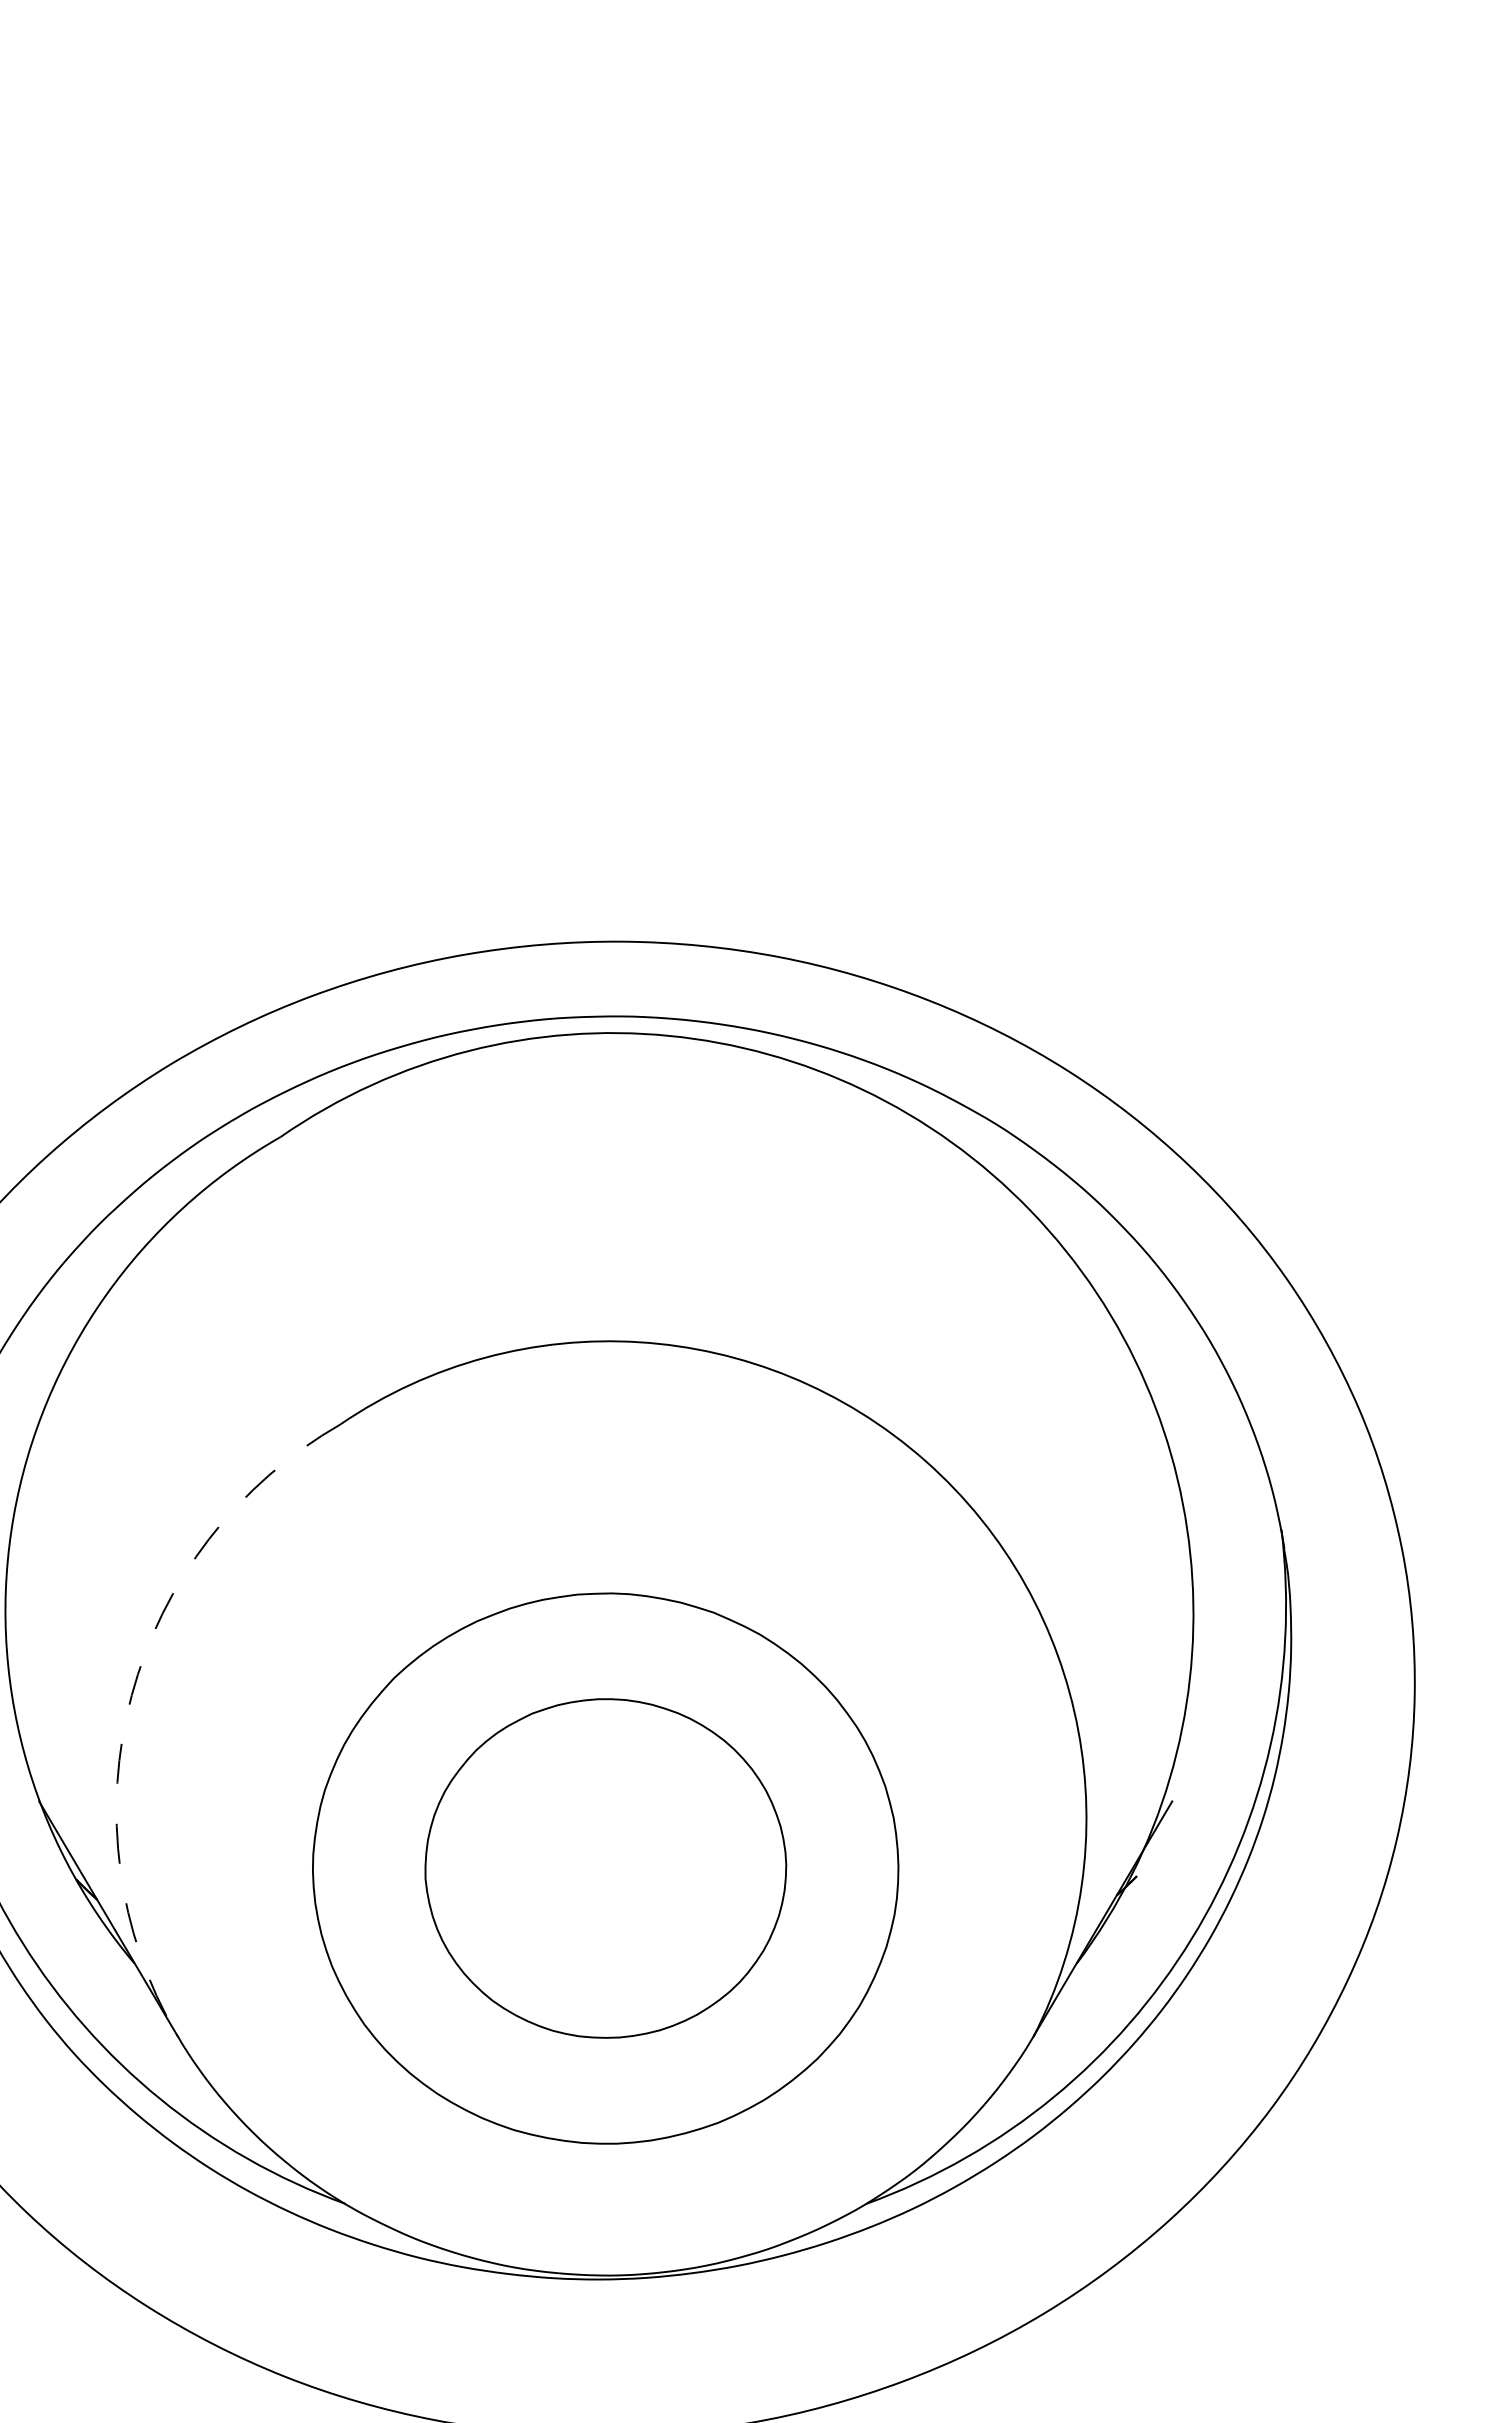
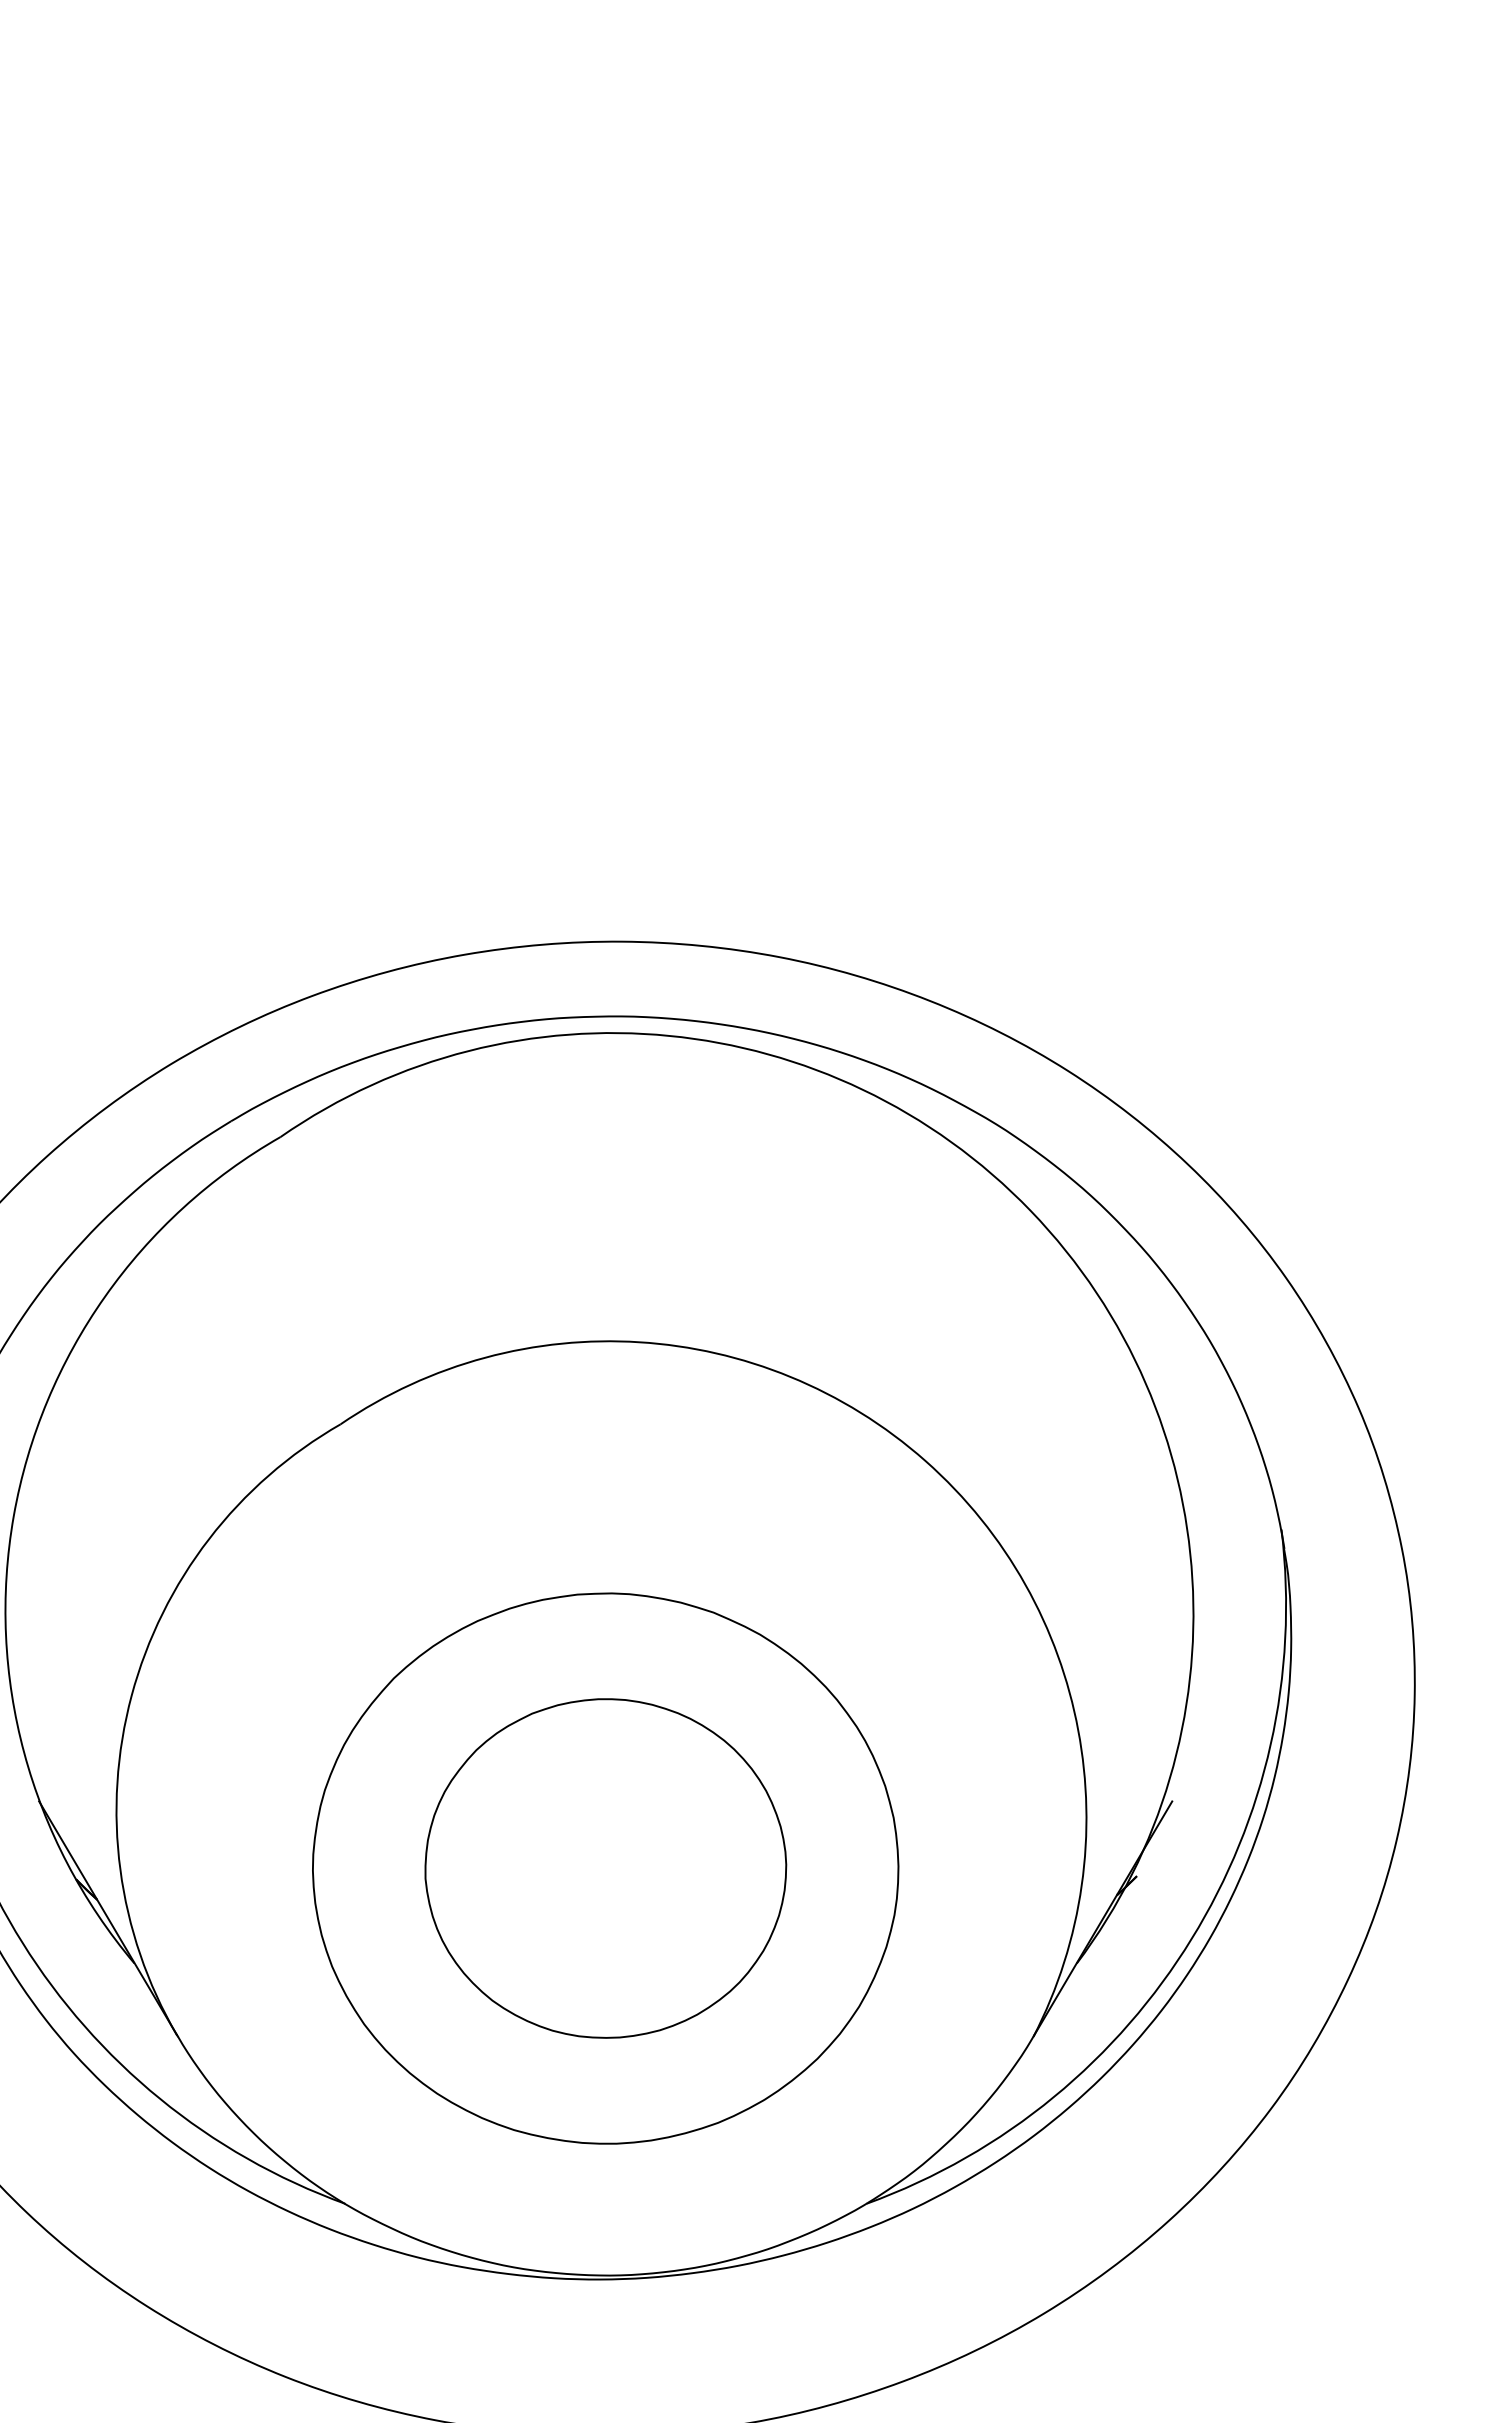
arc at (131, 1695): dashed -> solid
